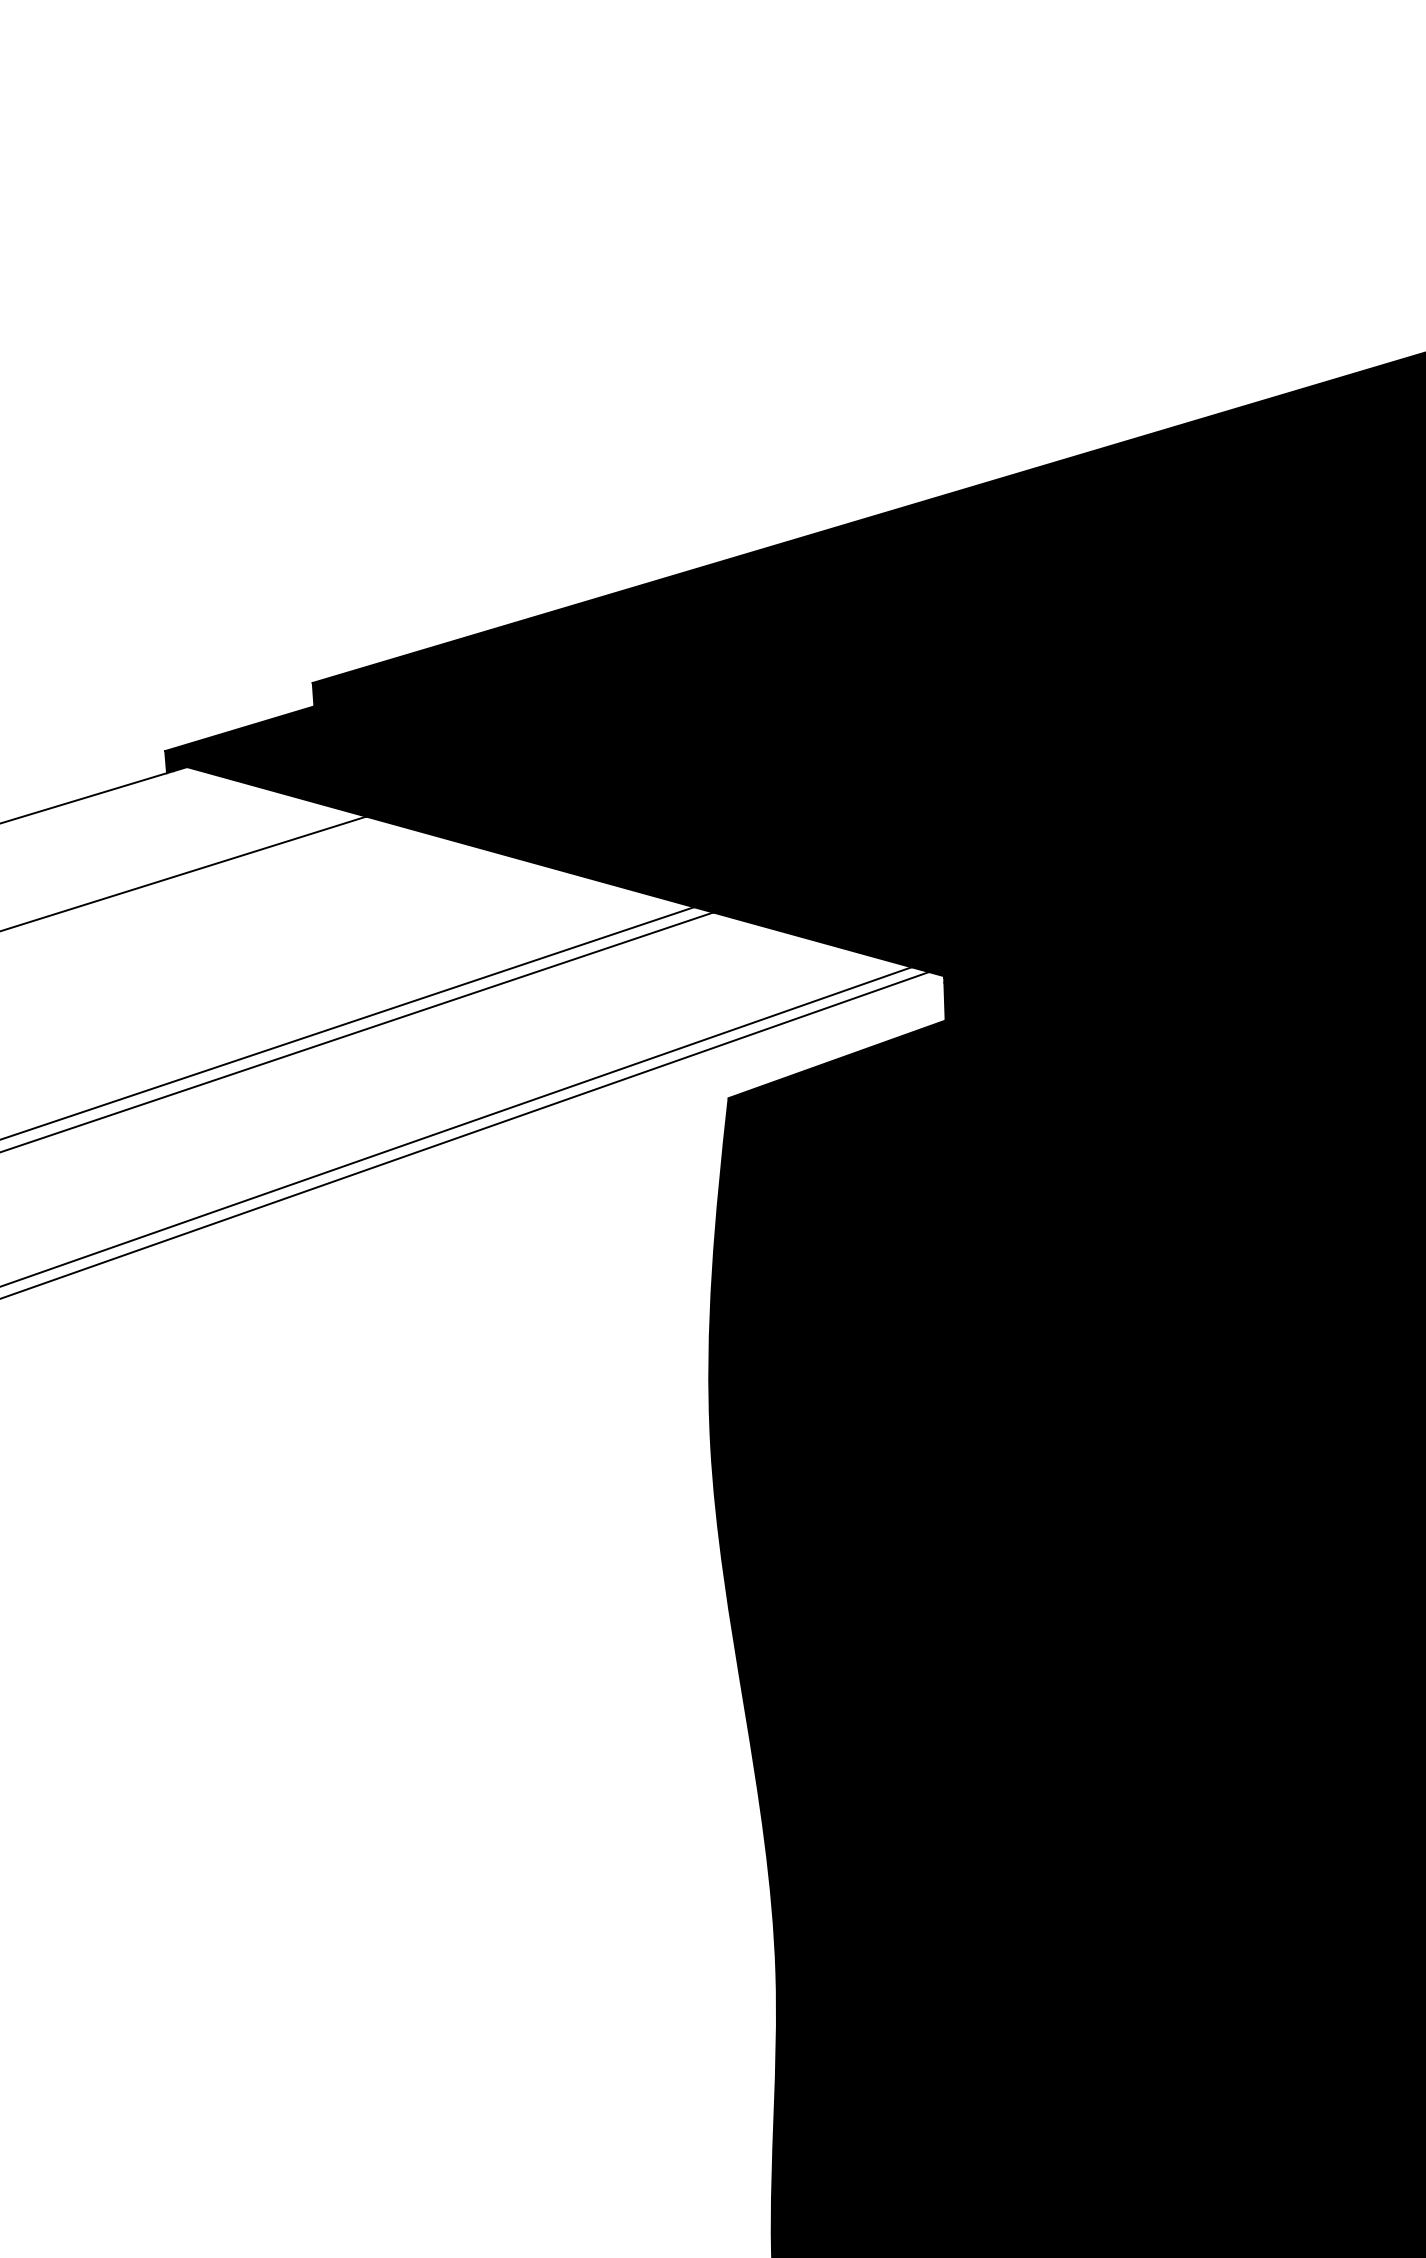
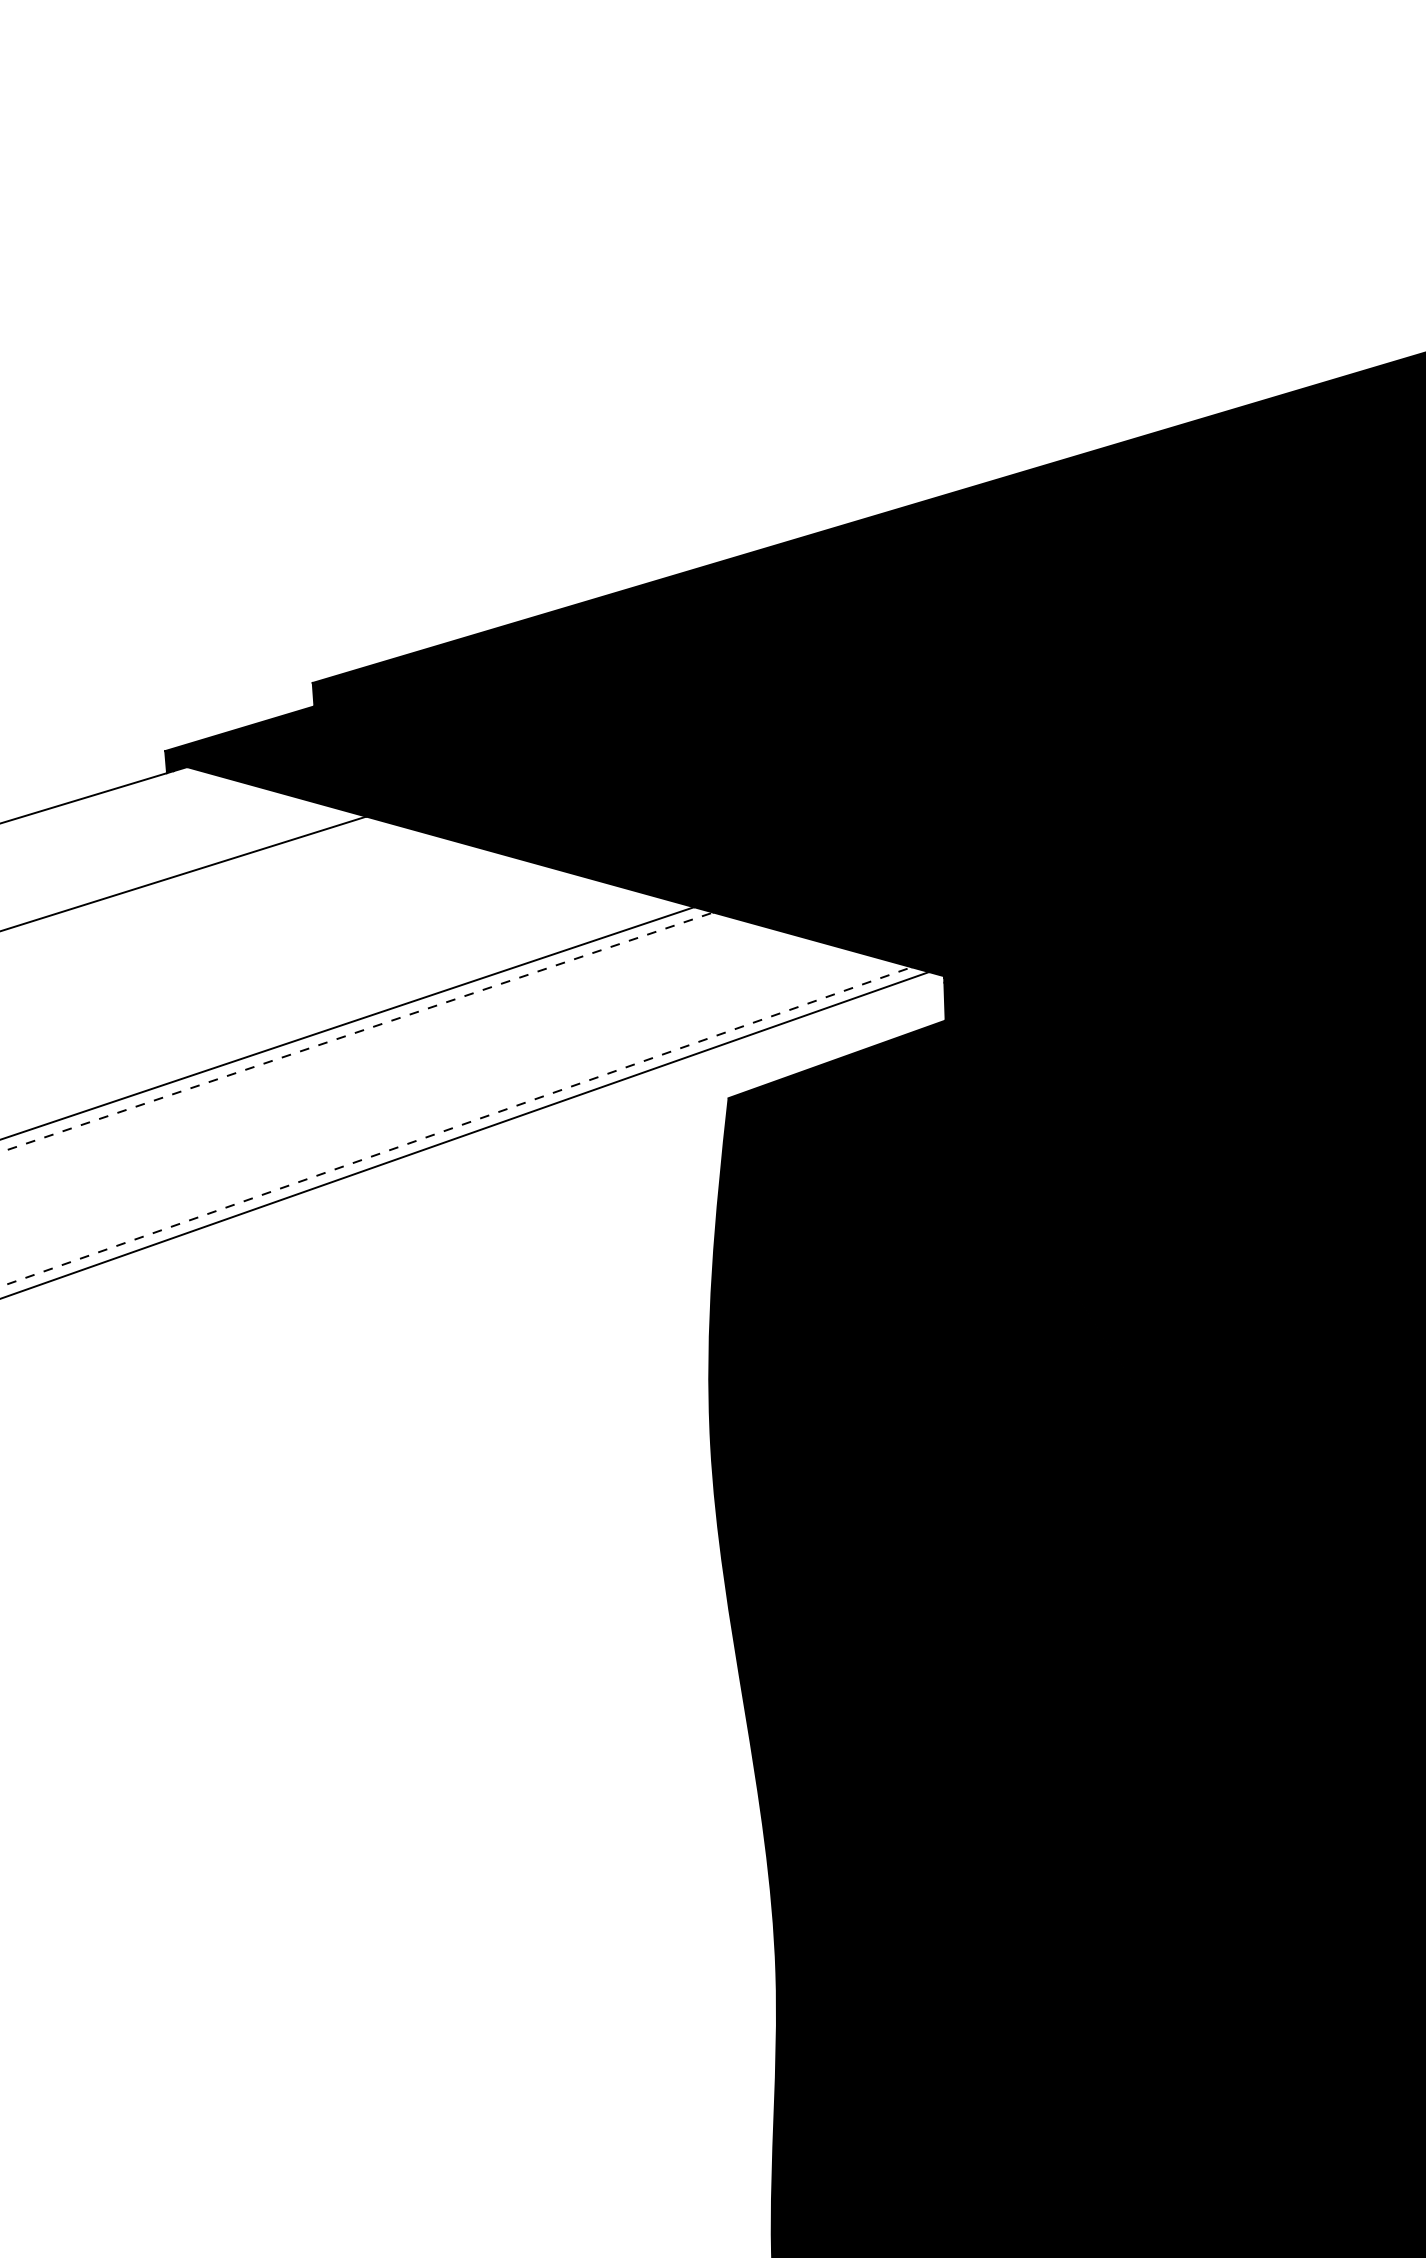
line at (357, 1032): solid -> dashed
line at (456, 1126): solid -> dashed
